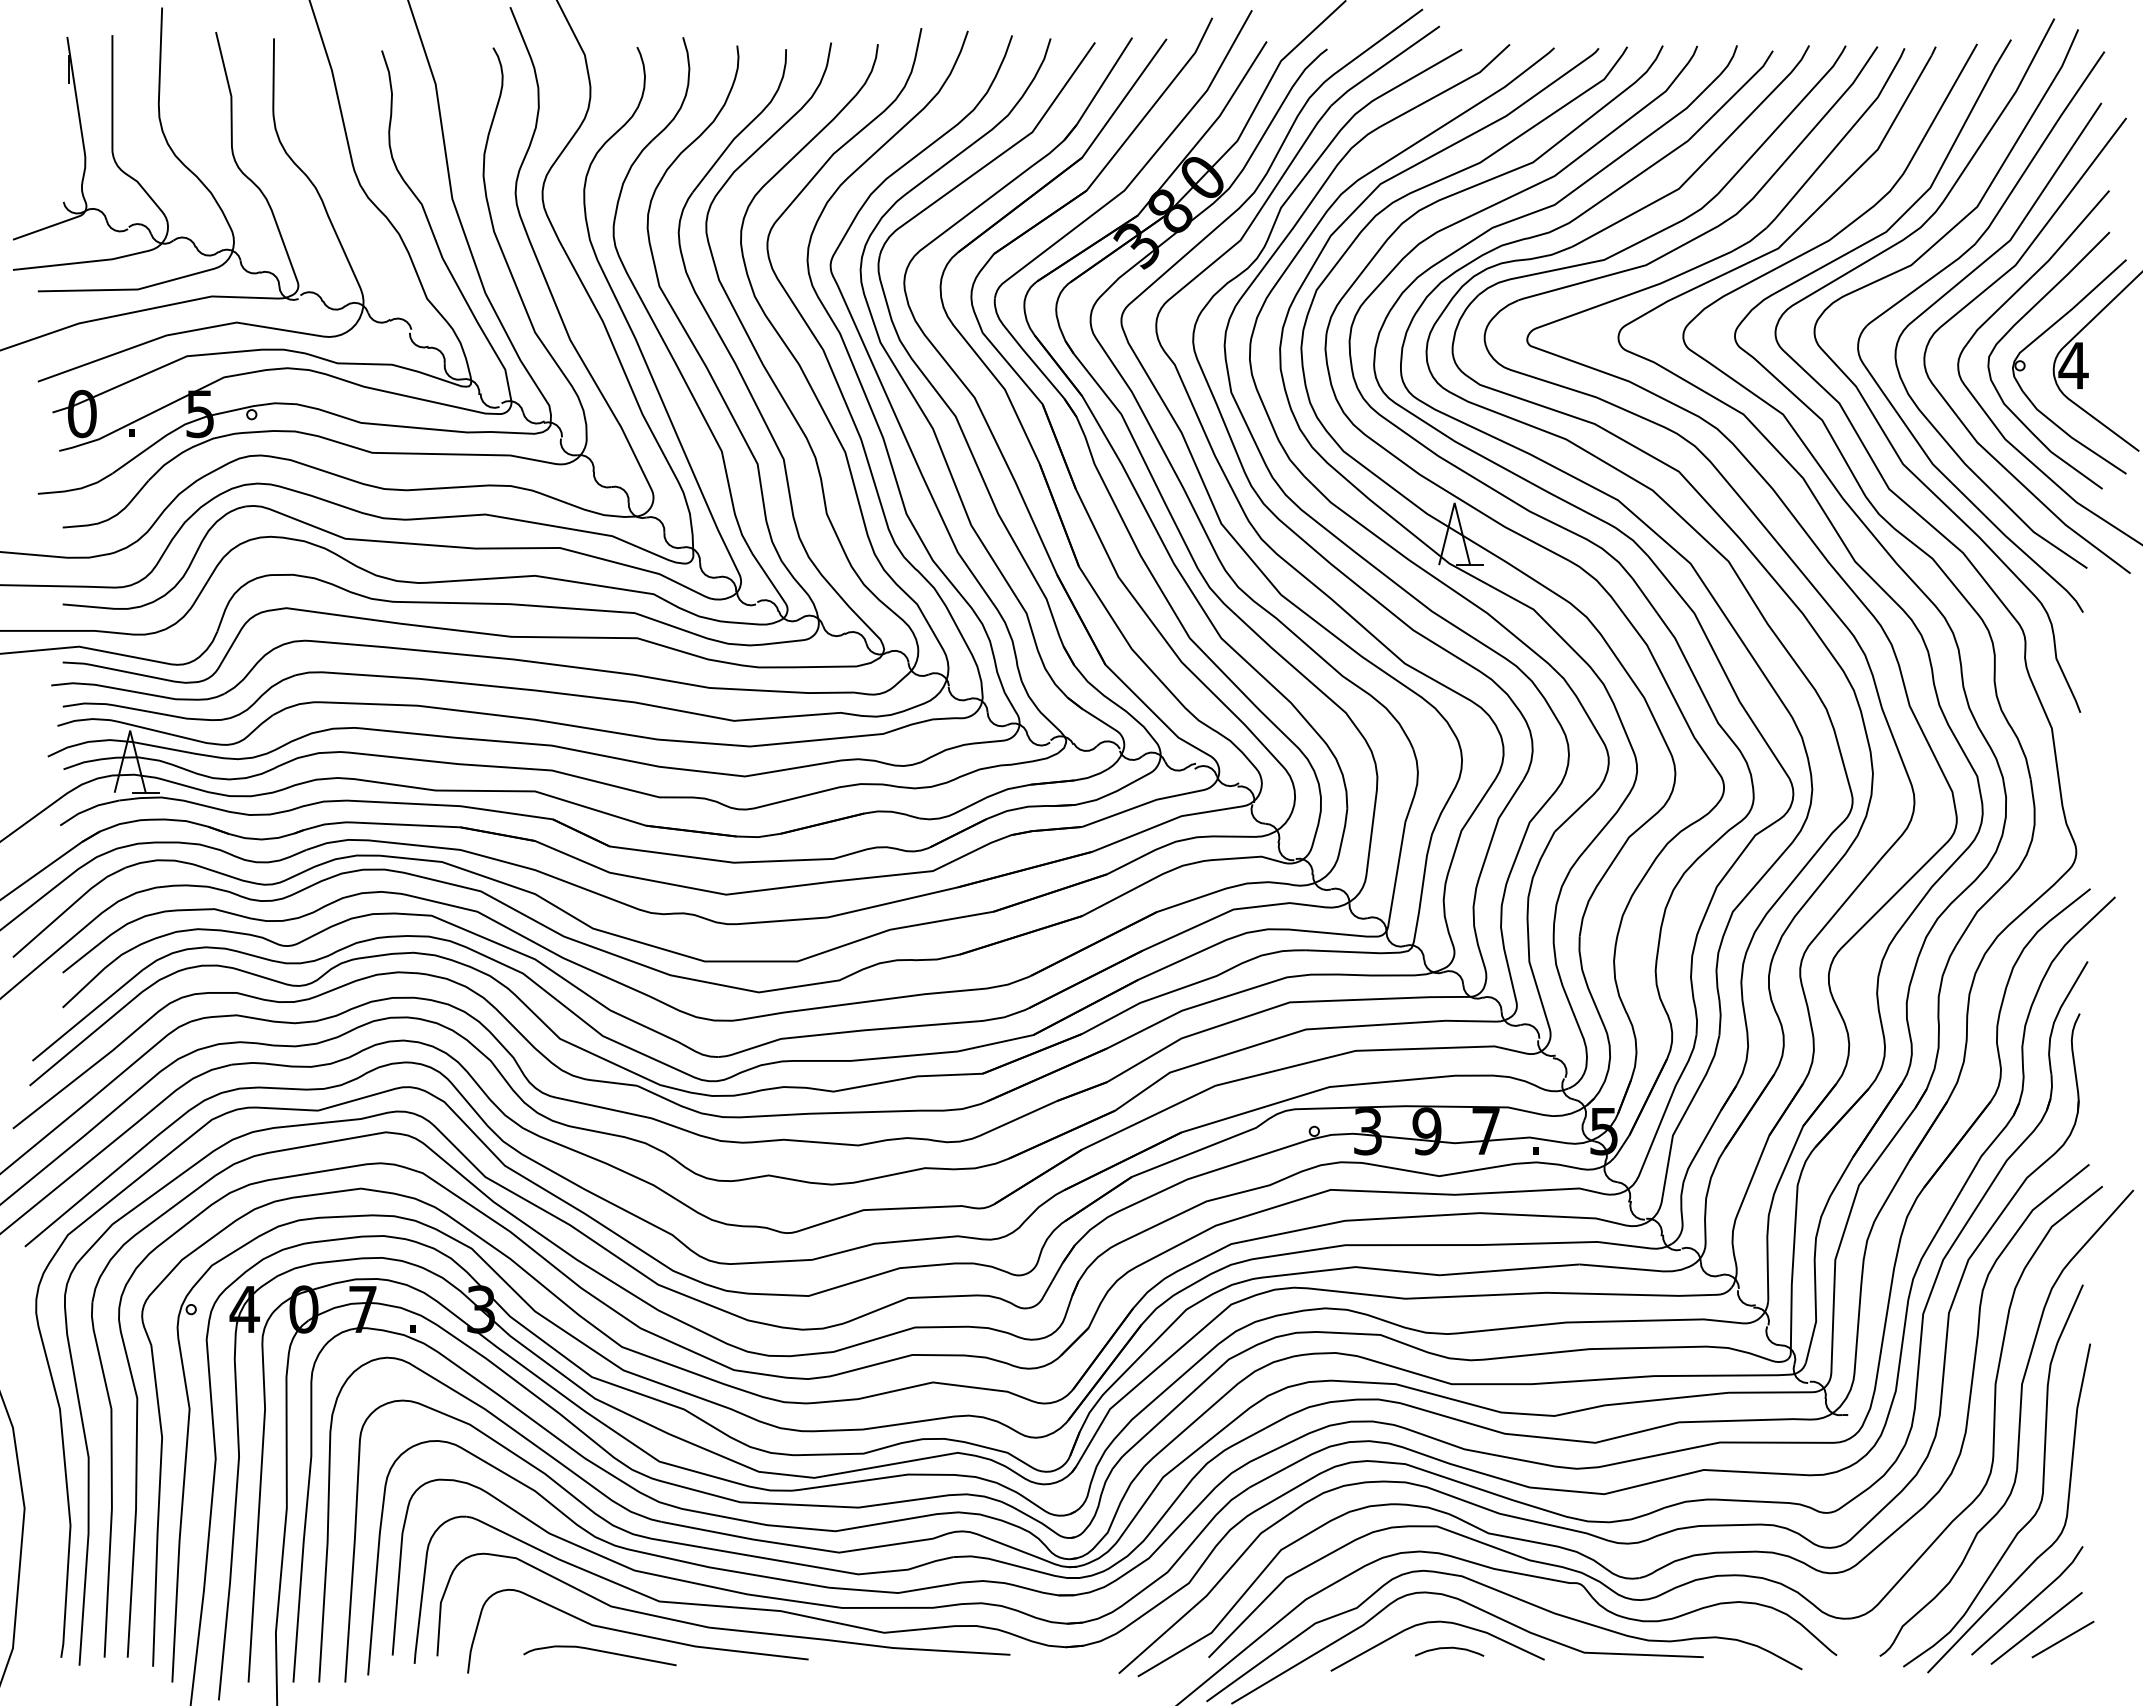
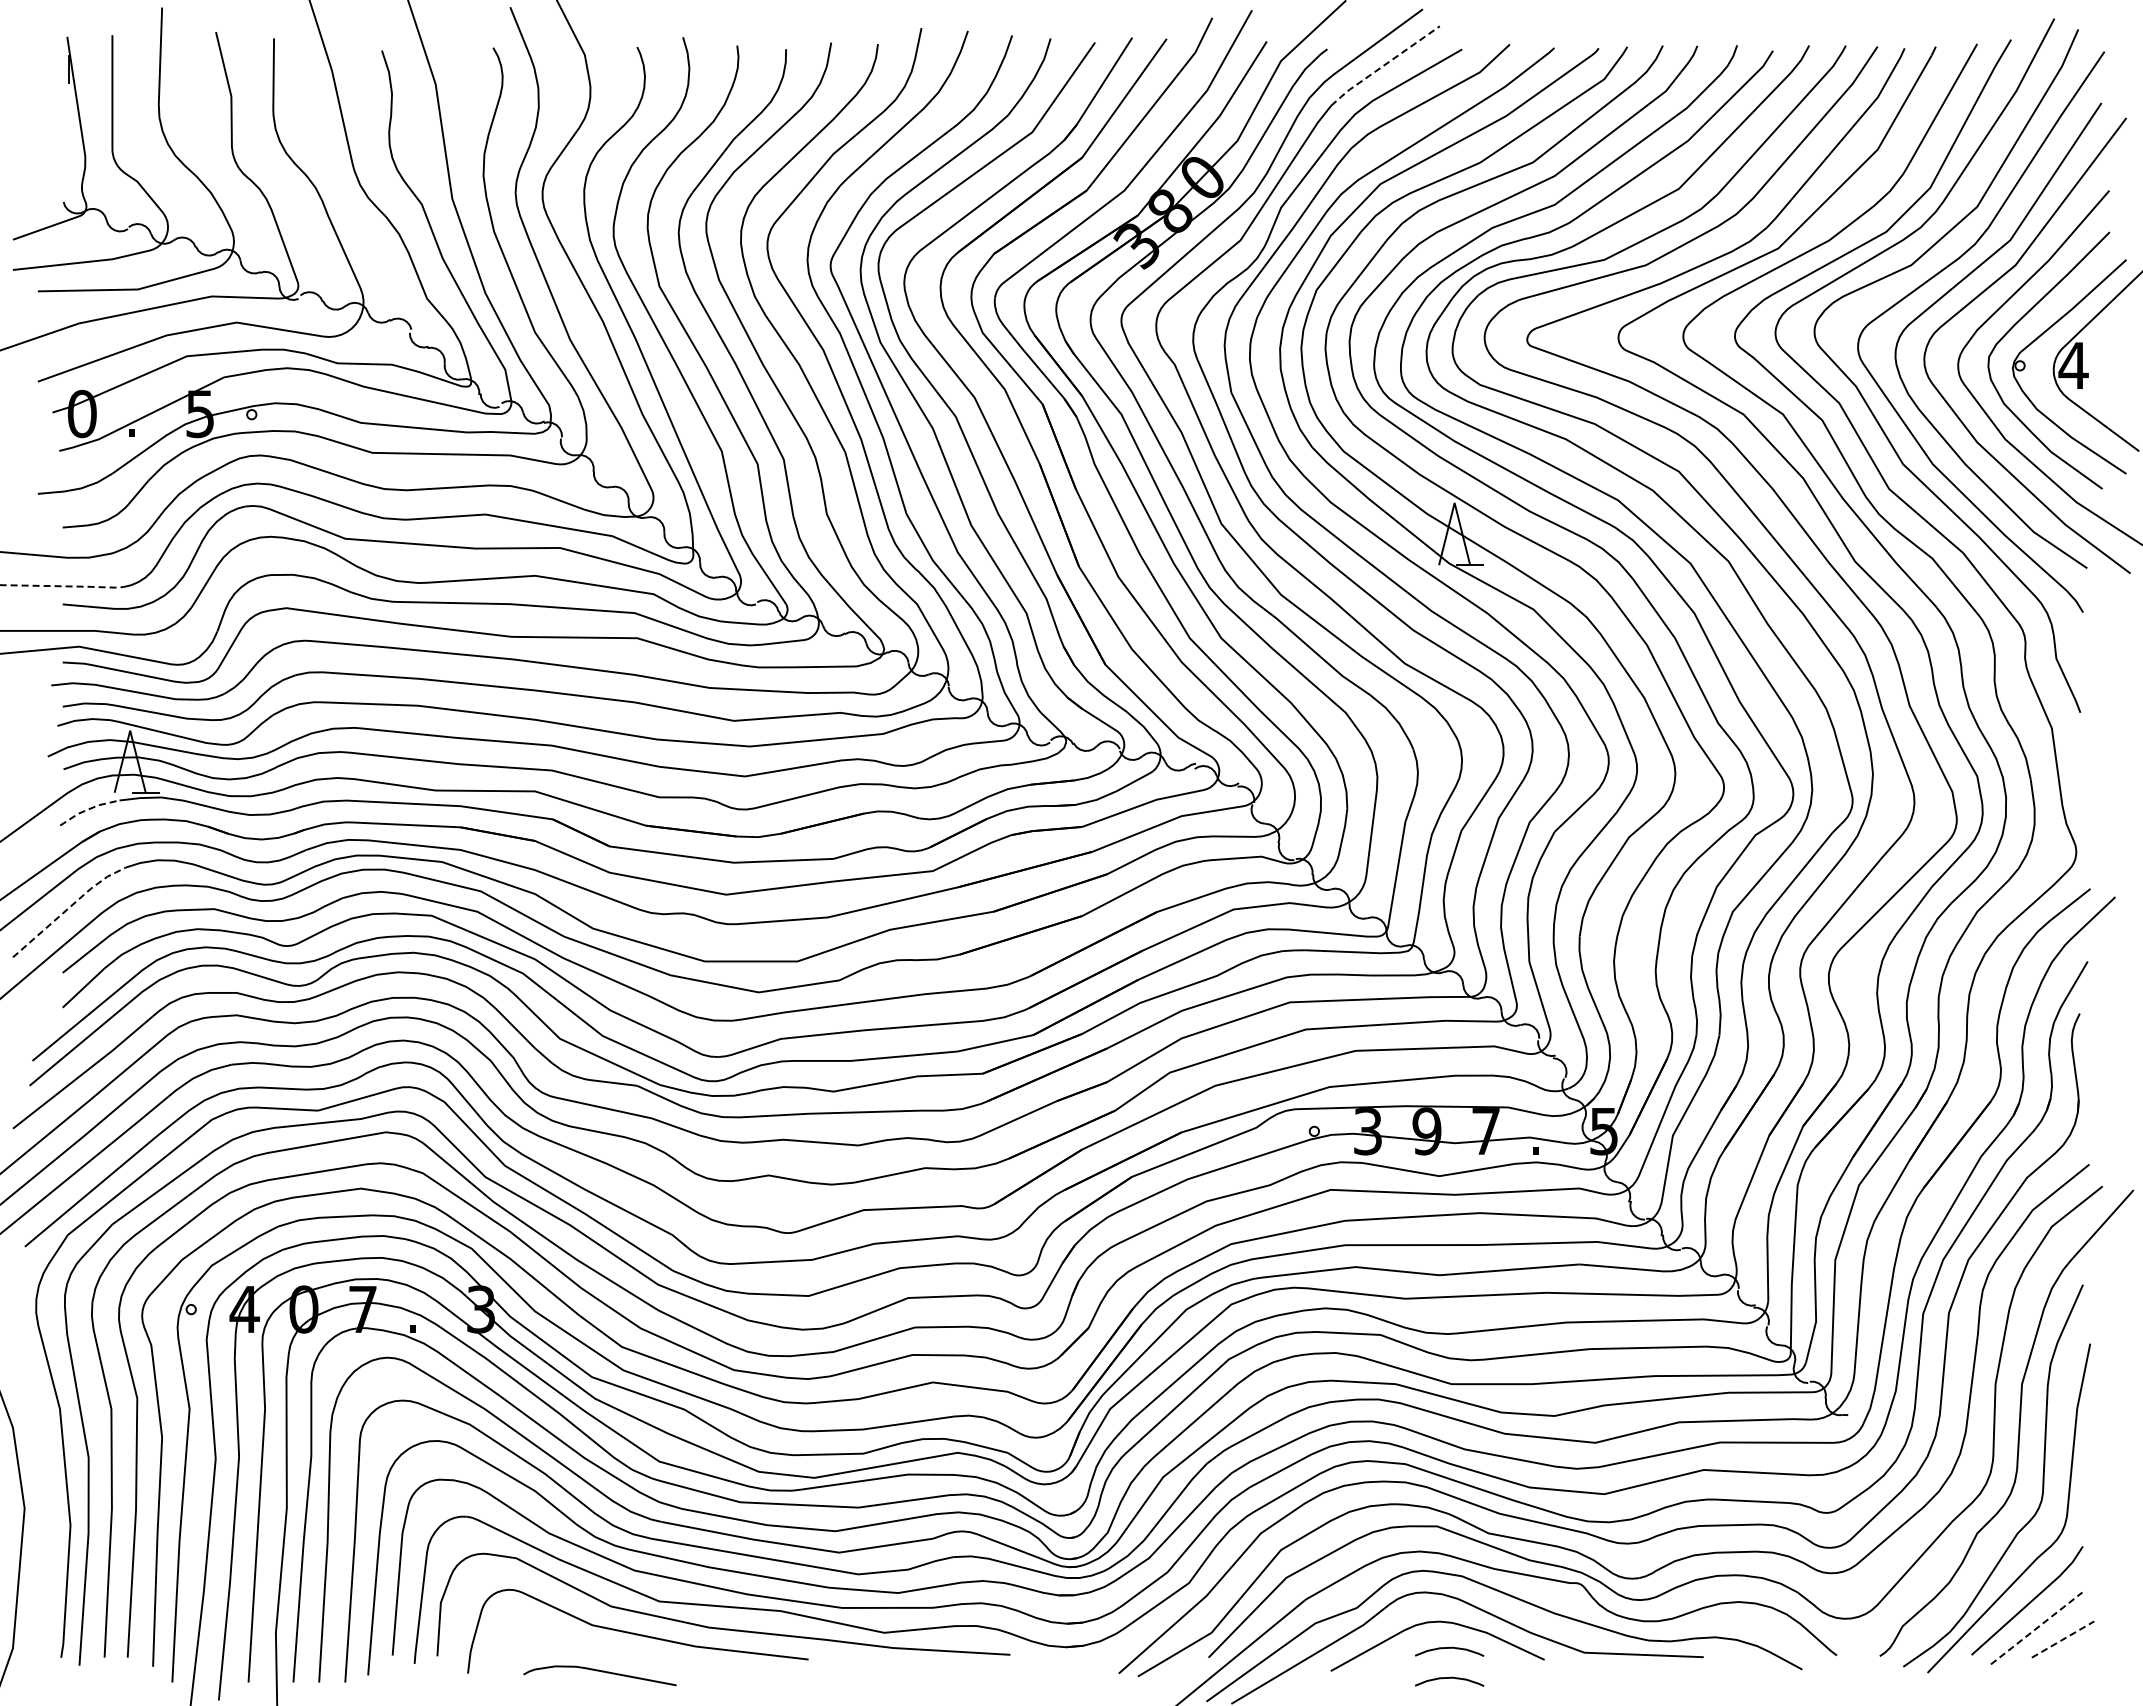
line at (1383, 65): solid -> dashed
line at (63, 586): solid -> dashed
line at (88, 809): solid -> dashed
line at (68, 908): solid -> dashed
line at (2037, 1628): solid -> dashed
line at (2063, 1639): solid -> dashed
curve at (601, 1652) position: (601, 1652) -> (601, 1672)
curve at (1449, 1678): none -> present
